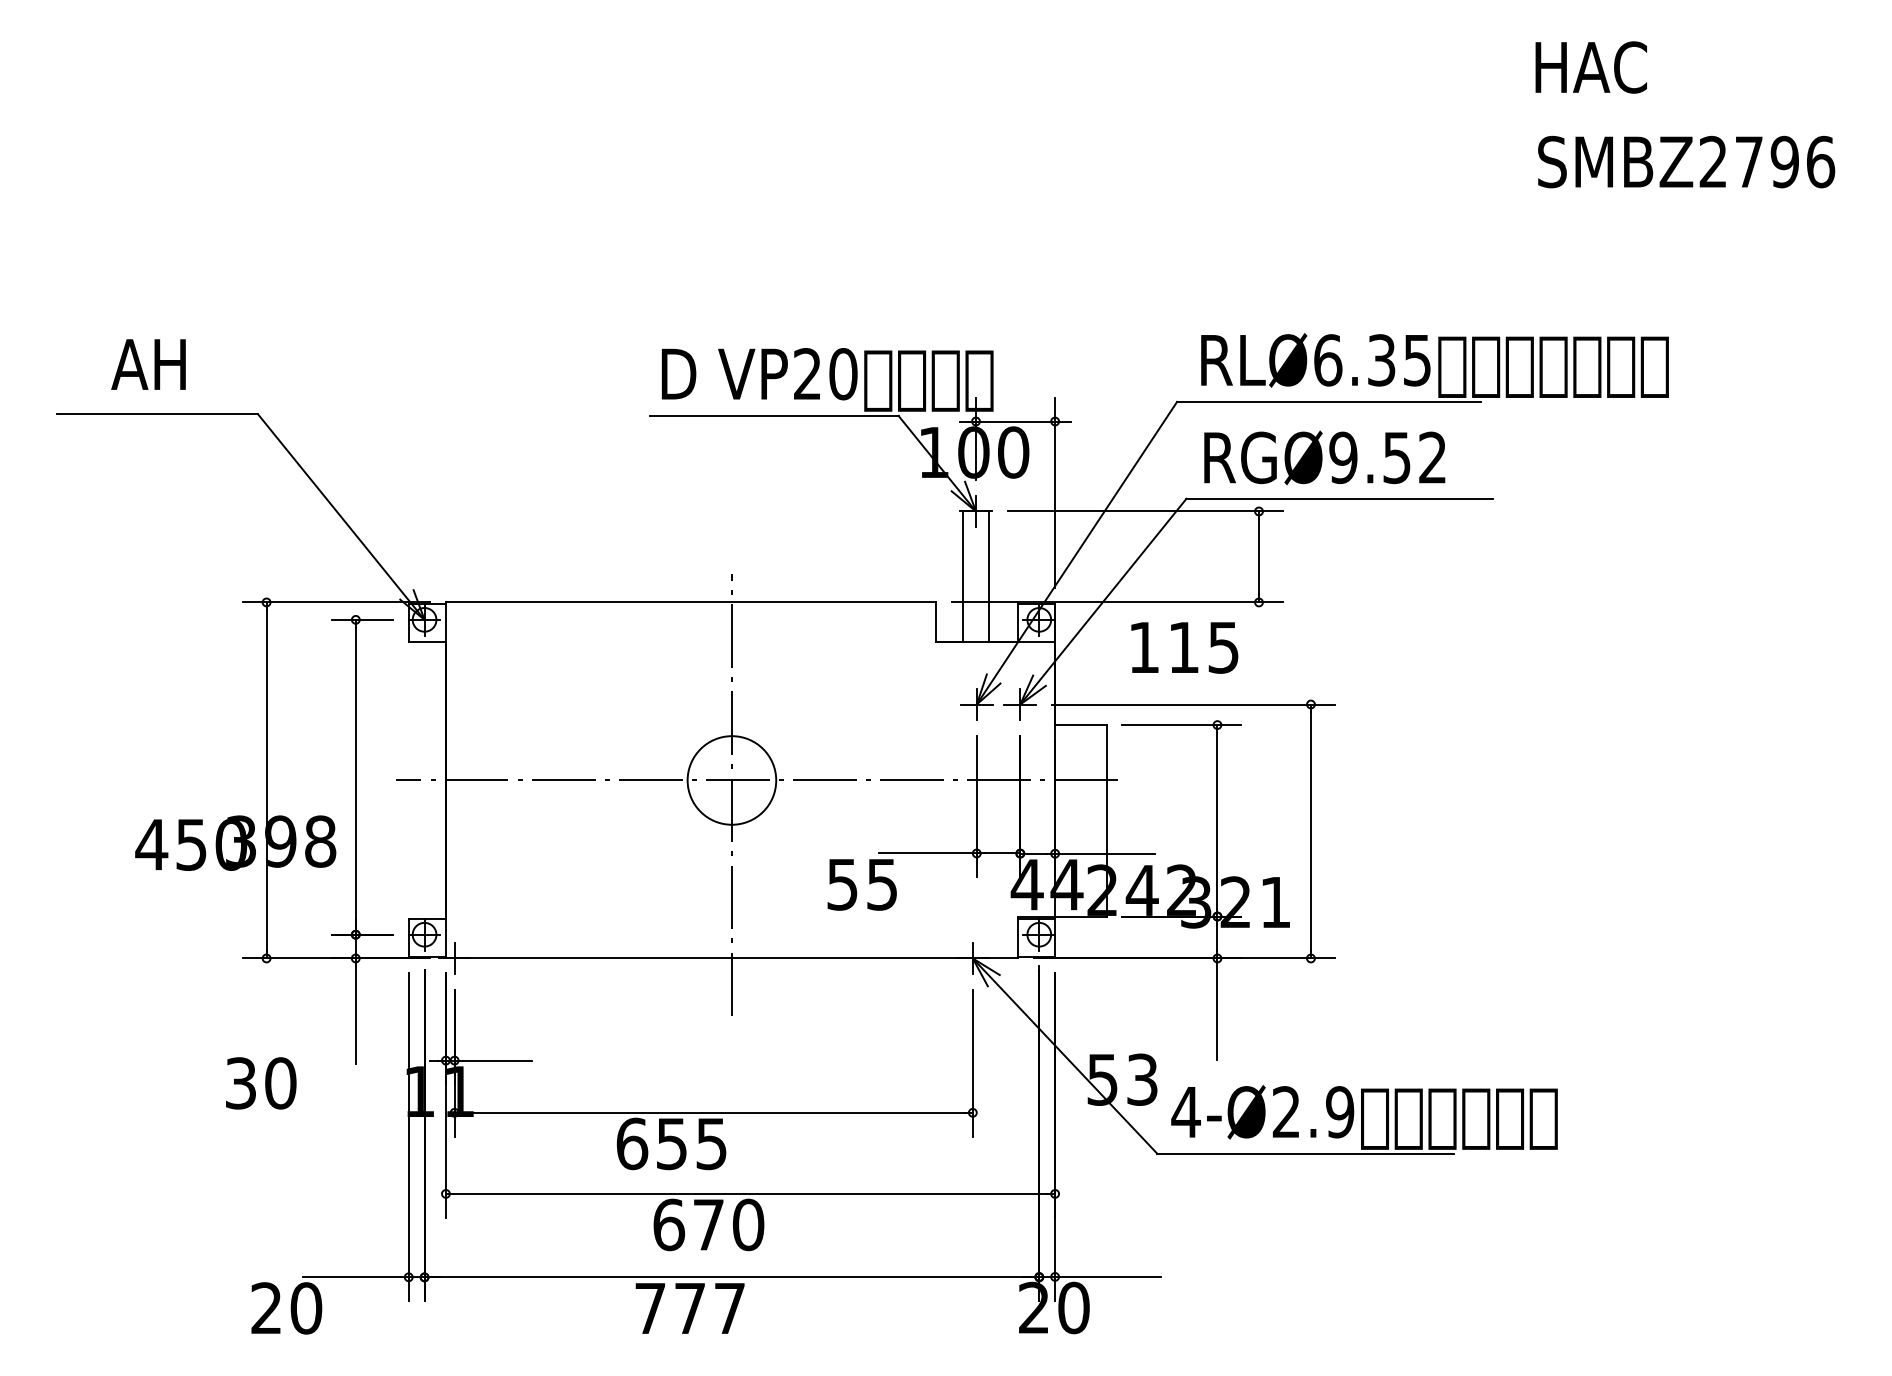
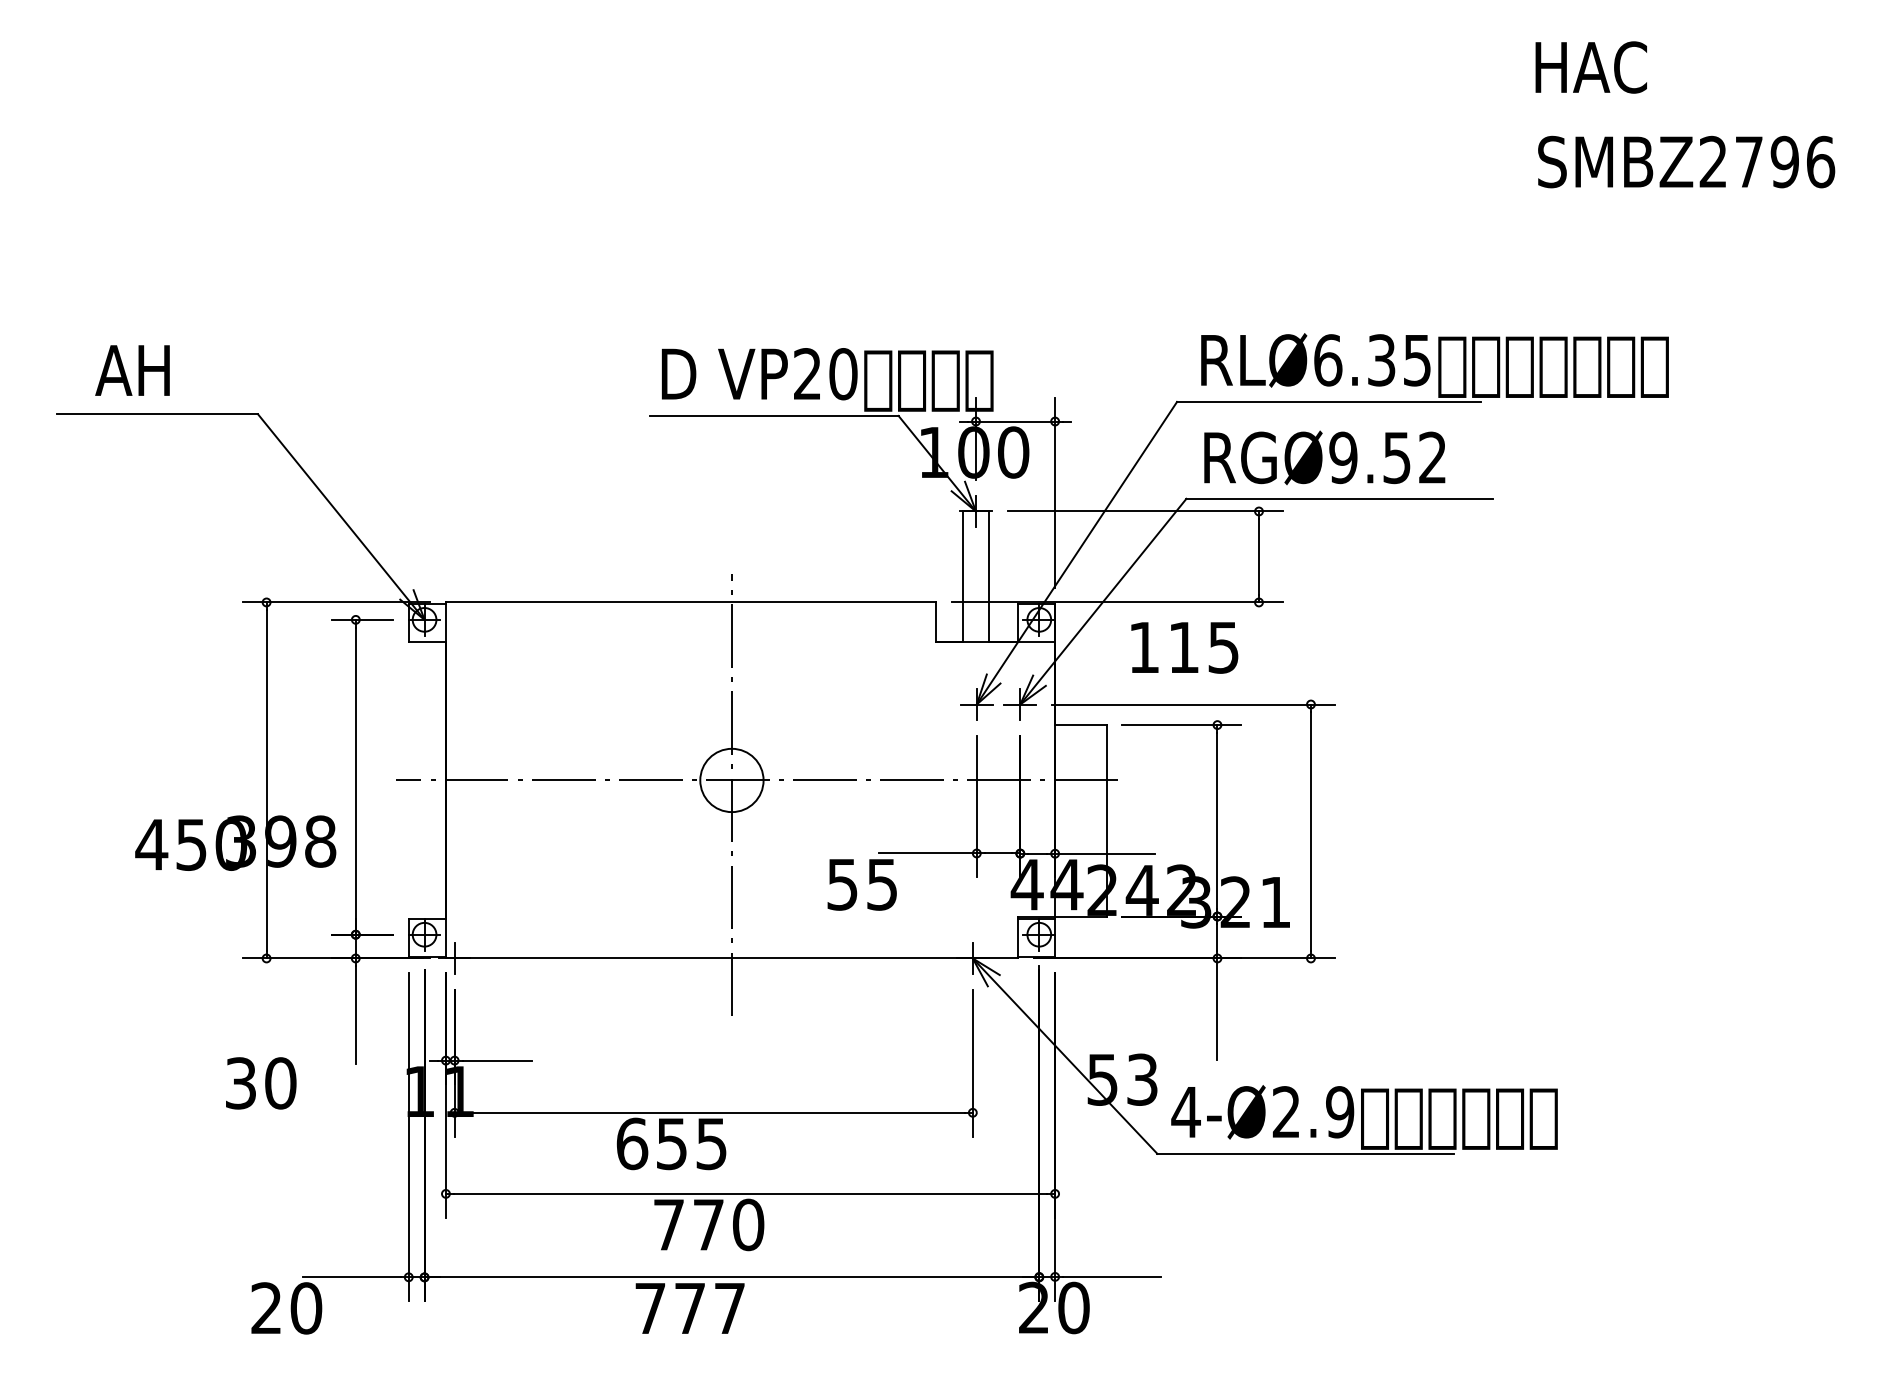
text at (148, 364) position: (148, 364) -> (132, 370)
circle at (731, 780) diameter: 89 px -> 63 px
text at (669, 1224): 670 -> 770
